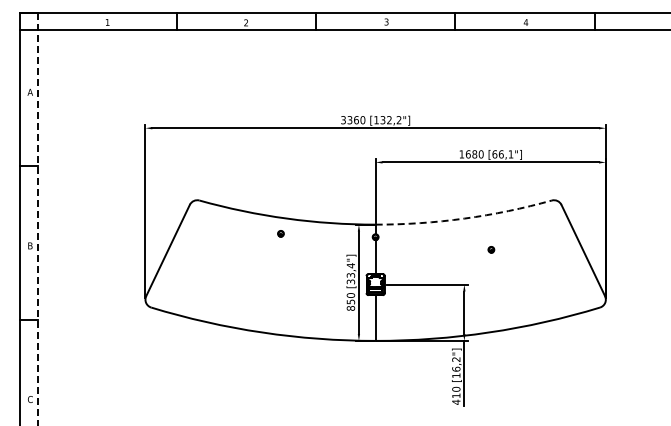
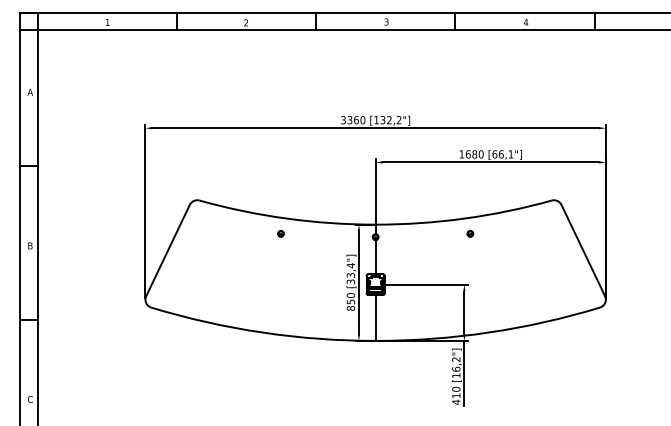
arc at (464, 218): dashed -> solid
line at (37, 219): dashed -> solid
part at (491, 249) position: (491, 249) -> (470, 233)
